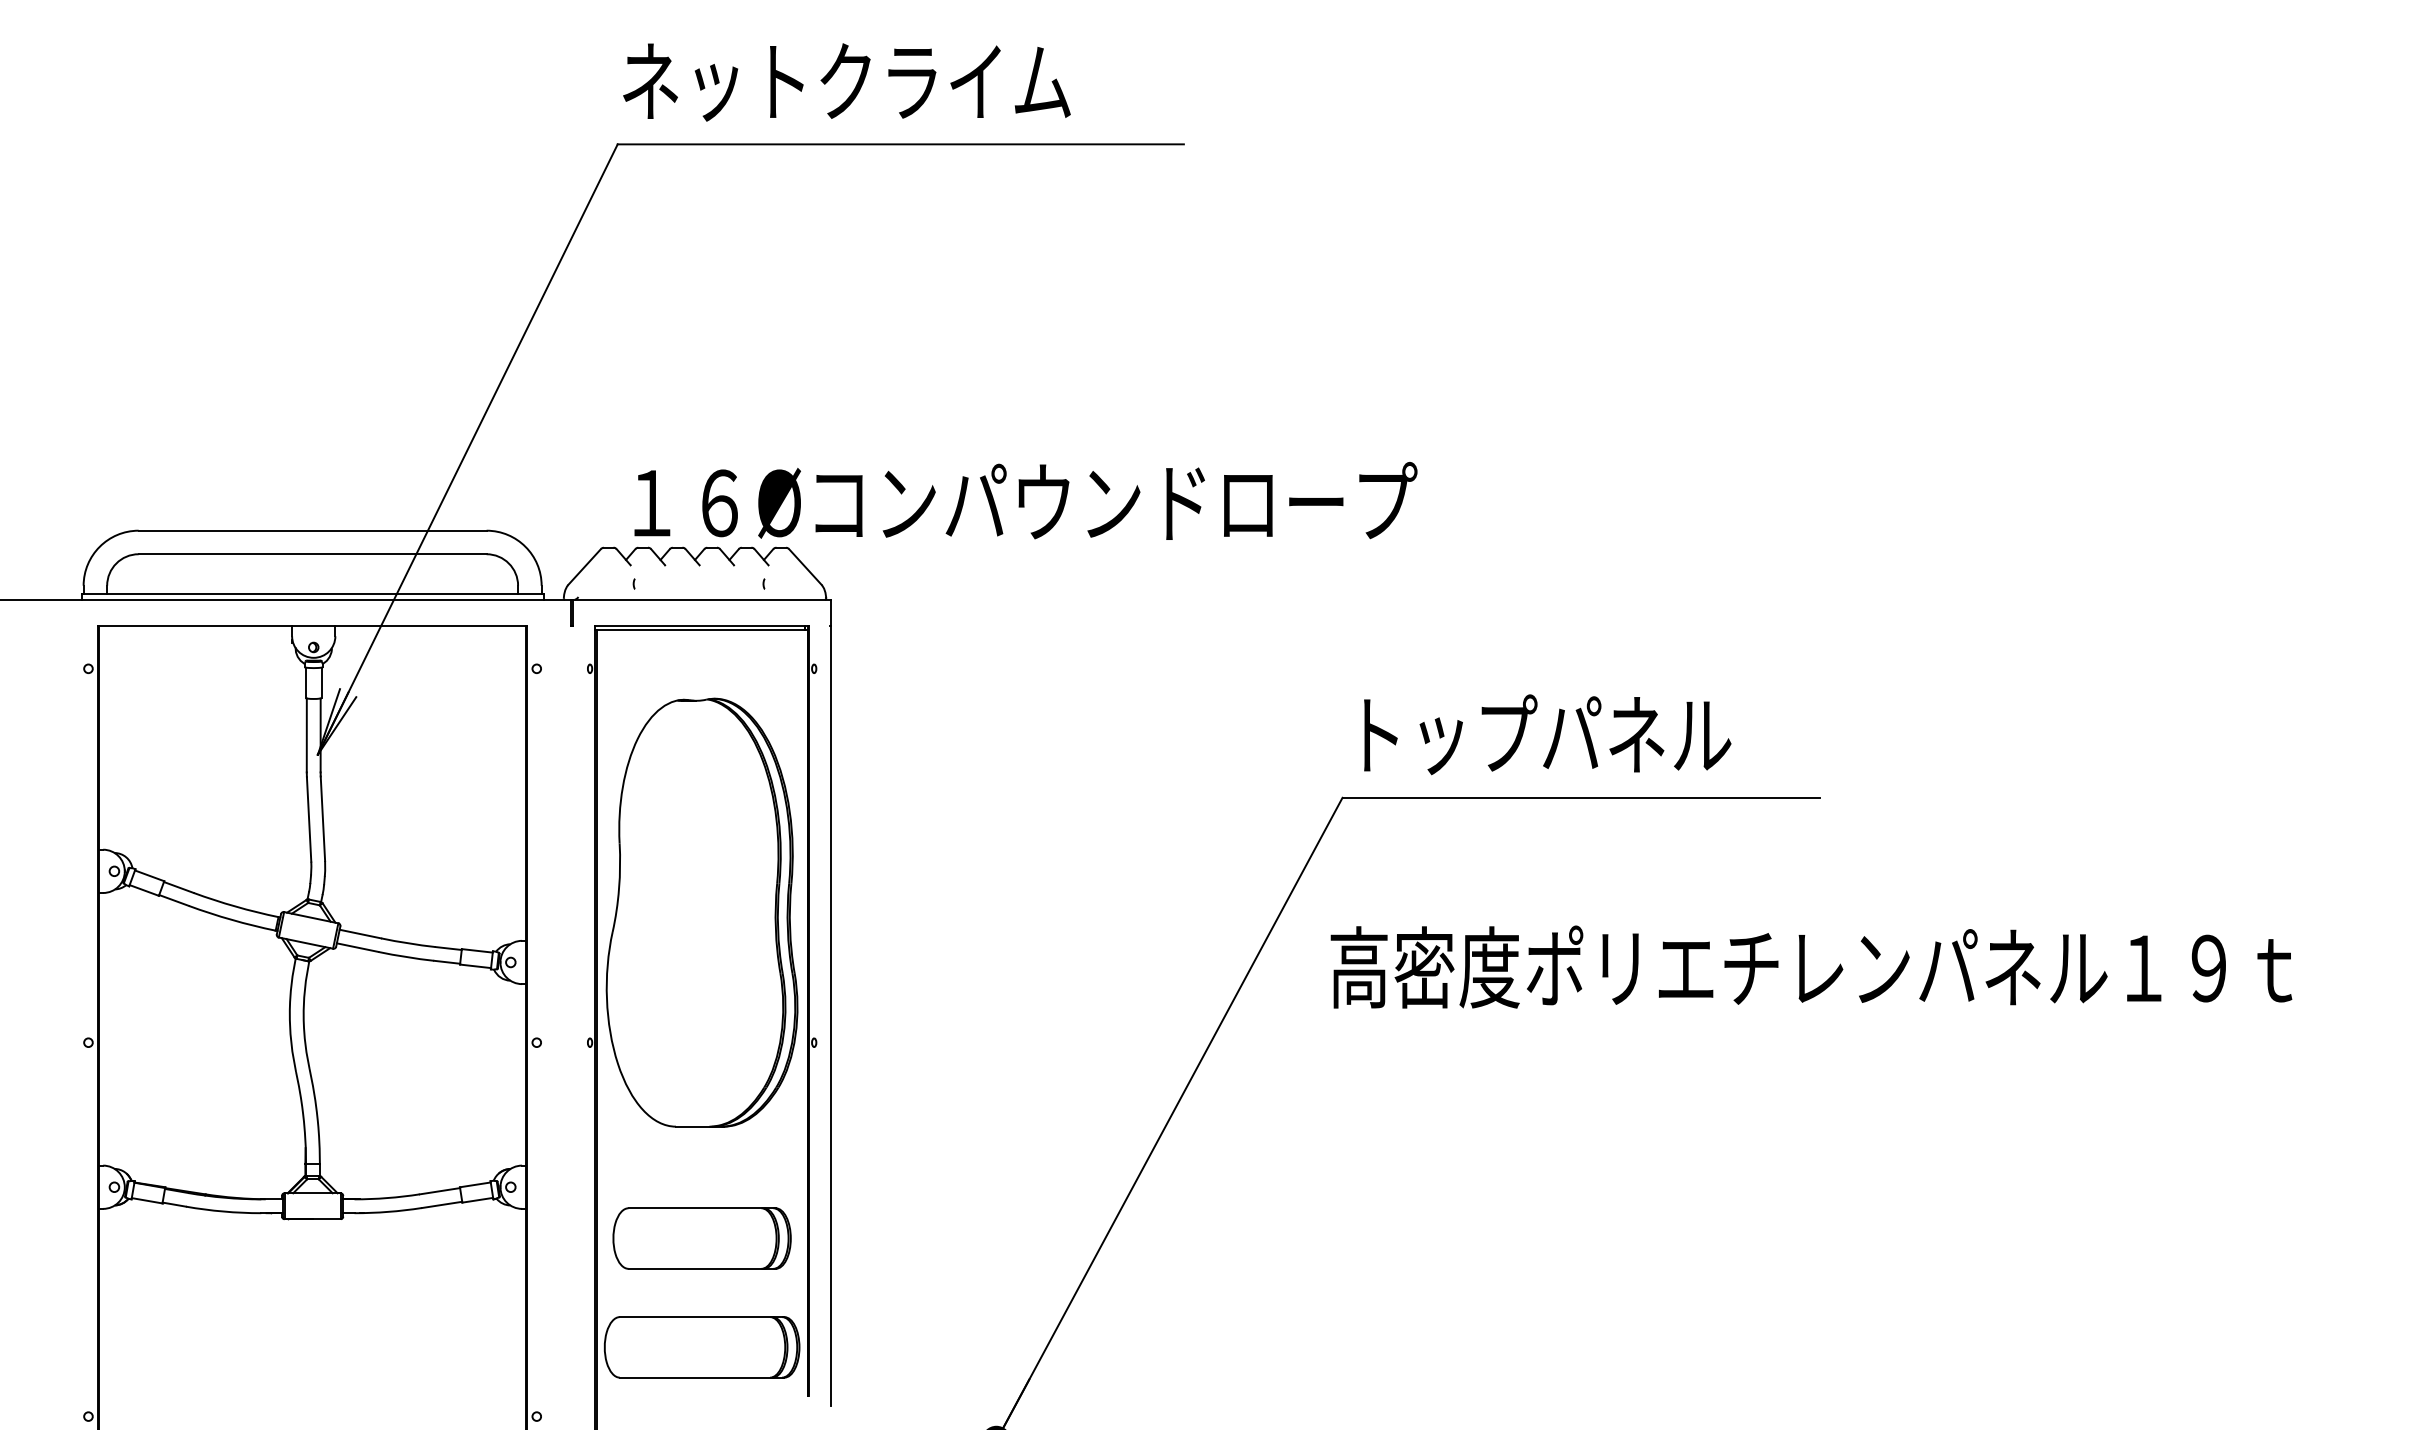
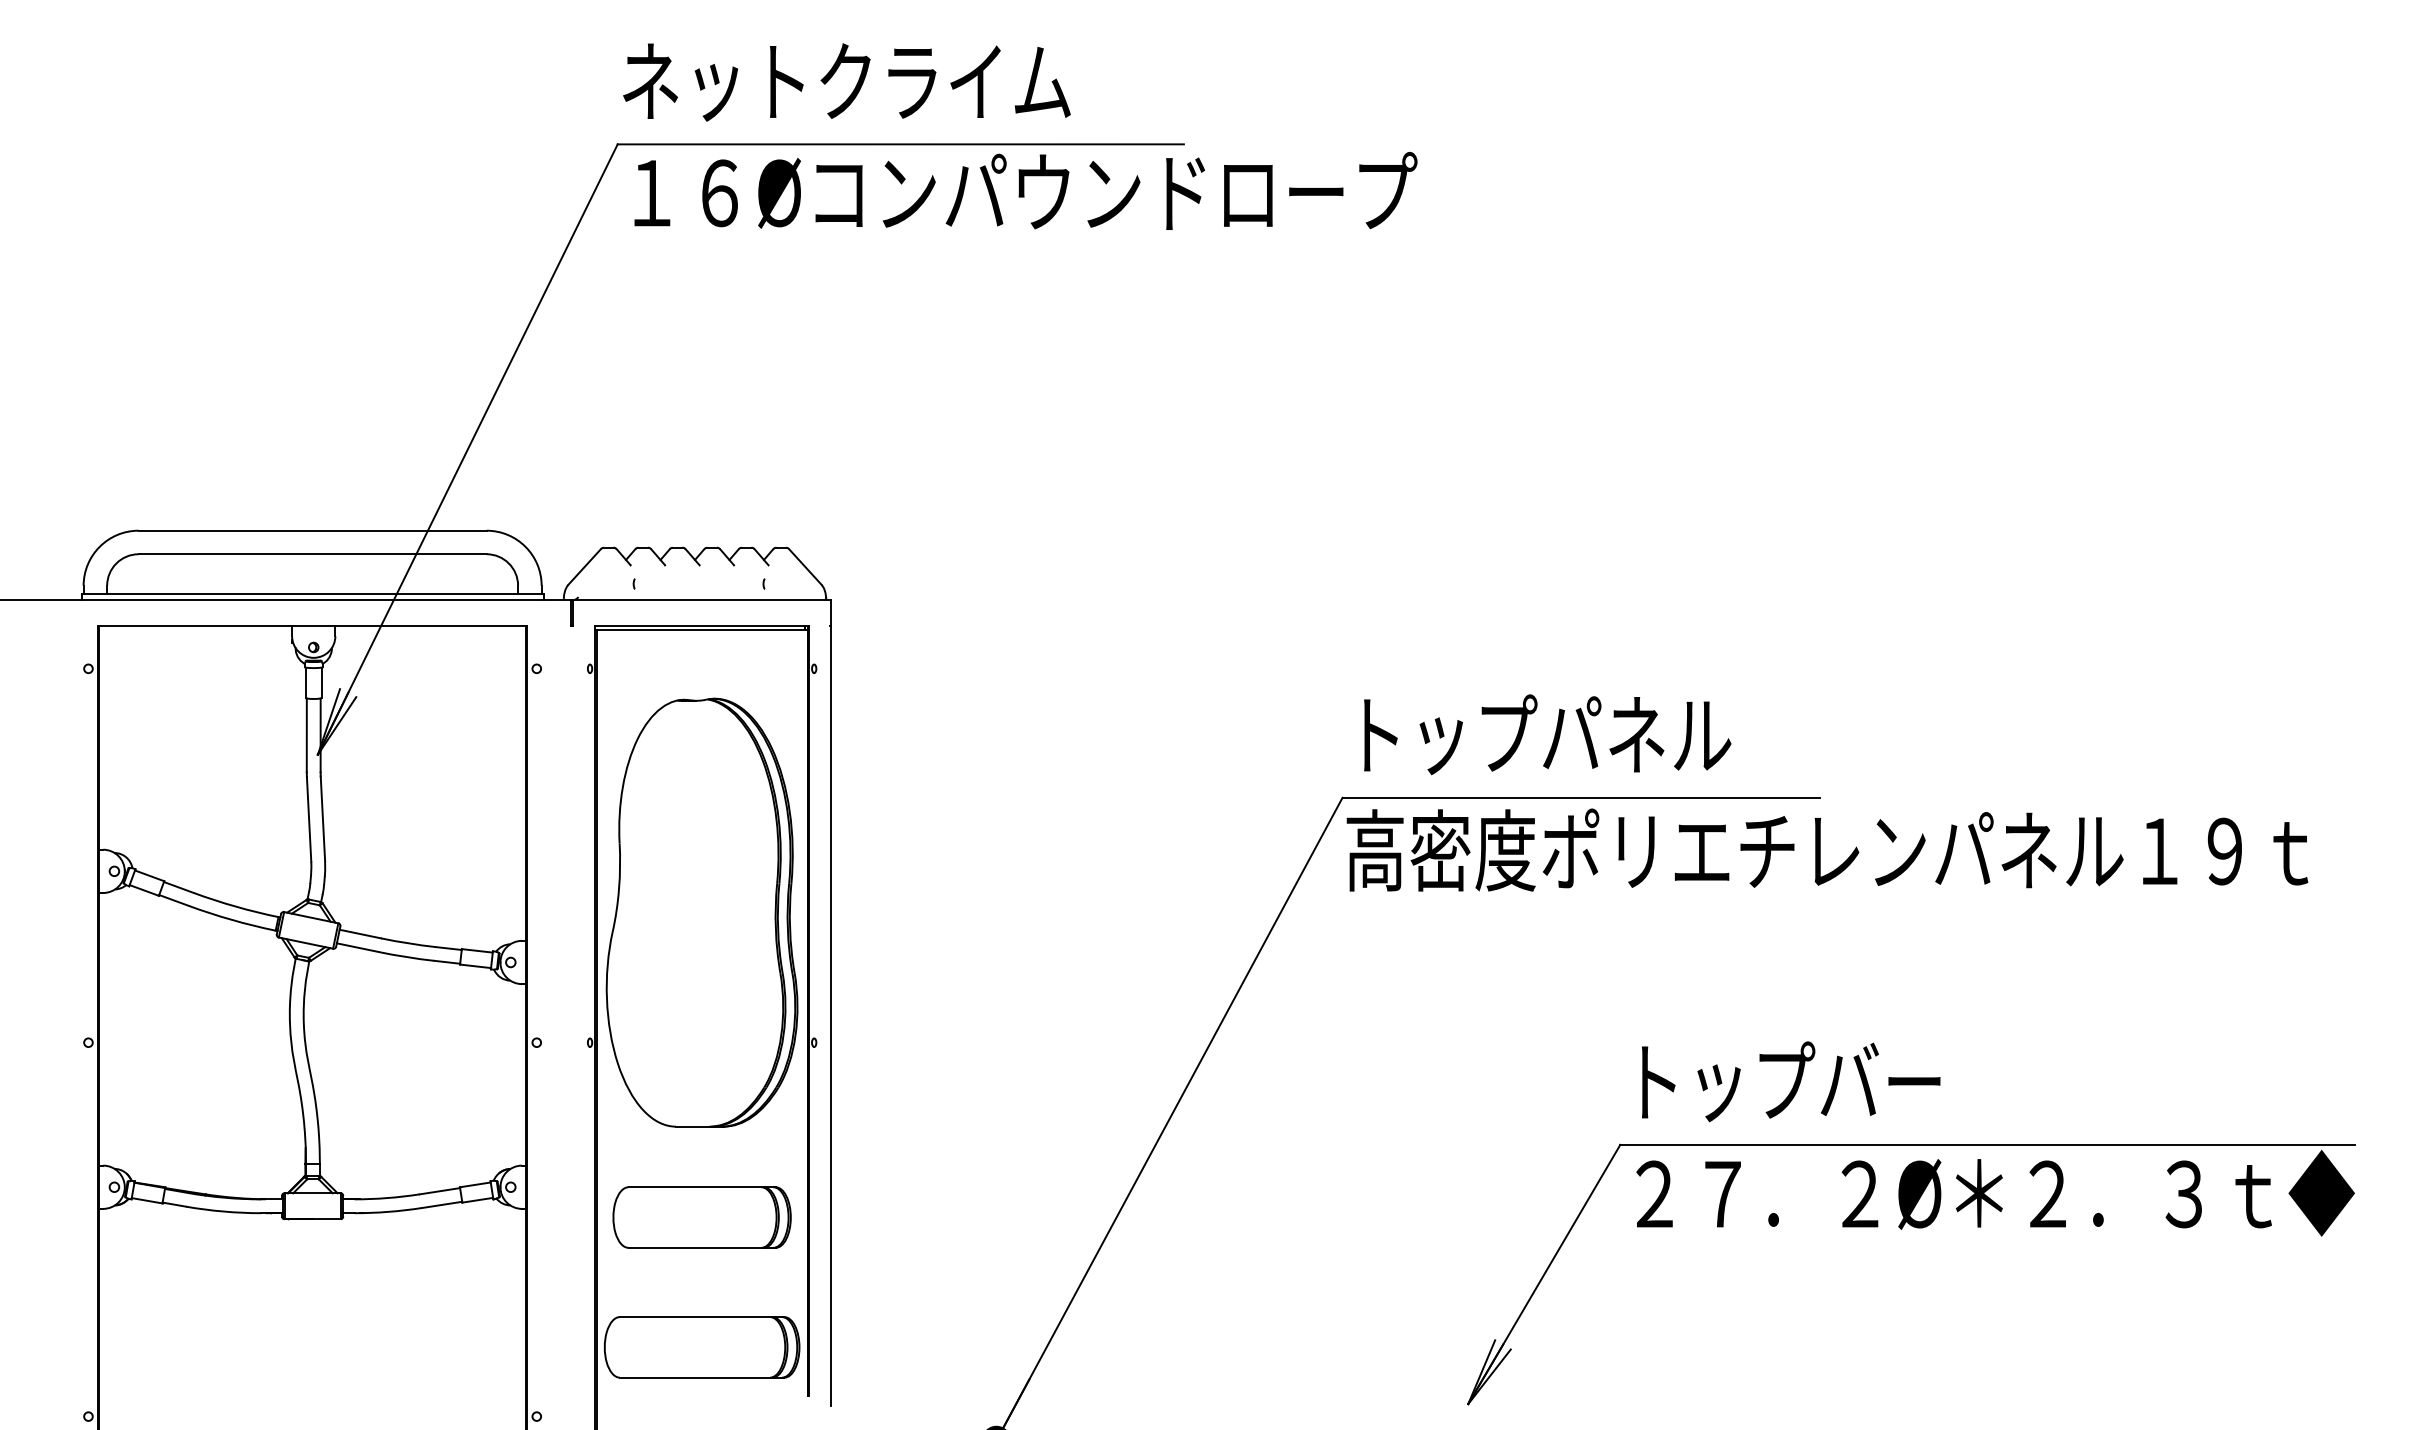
text at (1025, 500) position: (1025, 500) -> (1025, 190)
text at (1811, 966) position: (1811, 966) -> (1827, 849)
part at (1911, 1223): none -> present
part at (701, 1238) position: (701, 1238) -> (701, 1217)
